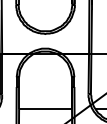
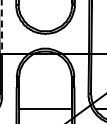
line at (1, 26): solid -> dashed
